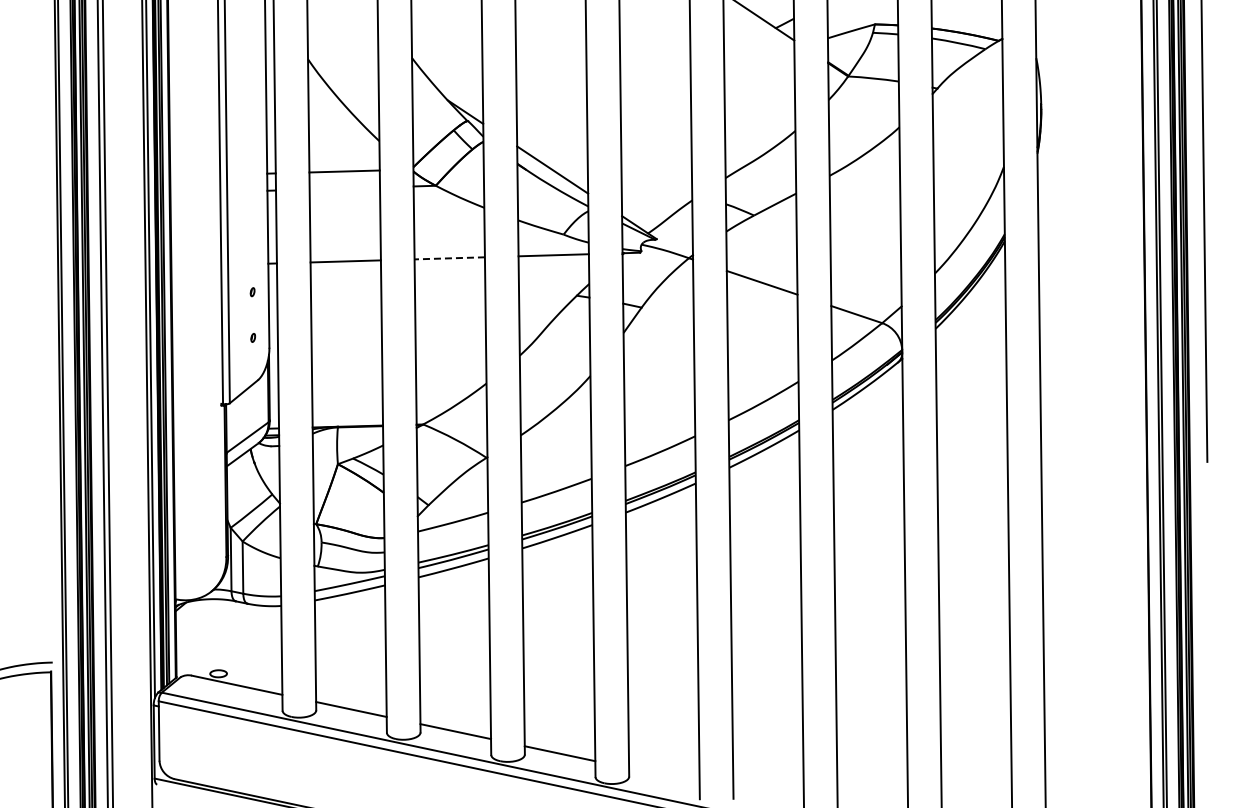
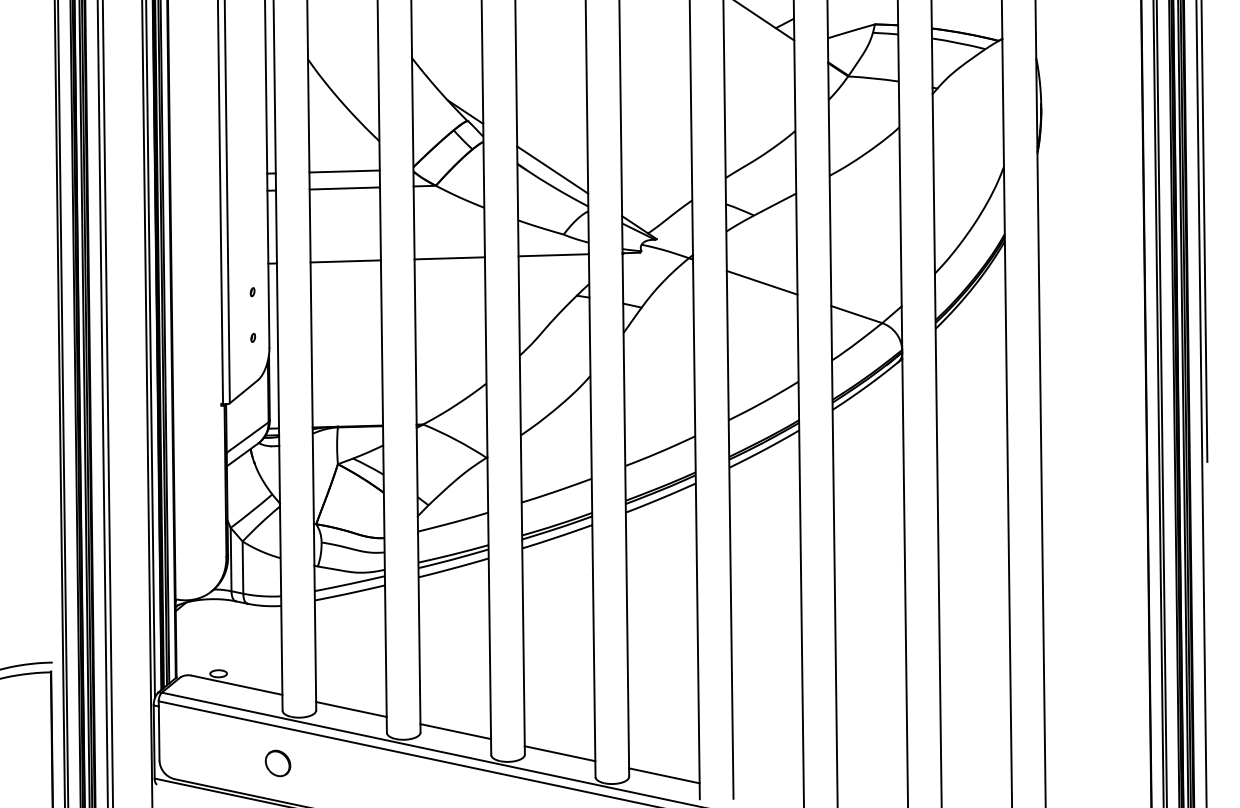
line at (344, 188): none -> present
line at (449, 258): dashed -> solid
line at (1201, 403): none -> present
part at (277, 763): none -> present
line at (664, 775): none -> present
